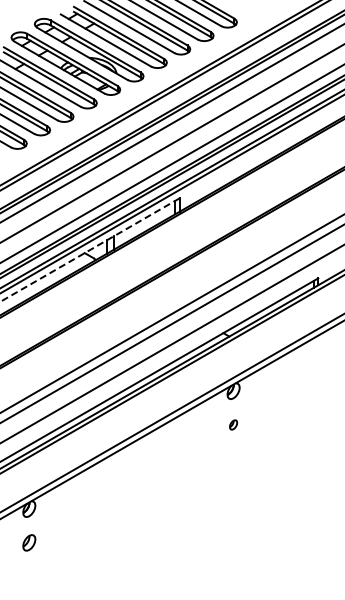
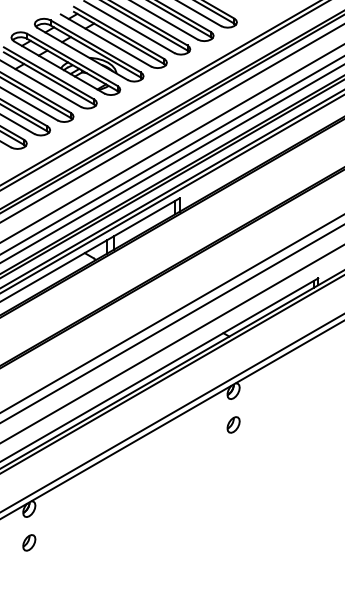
line at (171, 155): none -> present
line at (90, 249): dashed -> solid
part at (233, 424) size: 10x12 px -> 15x18 px
